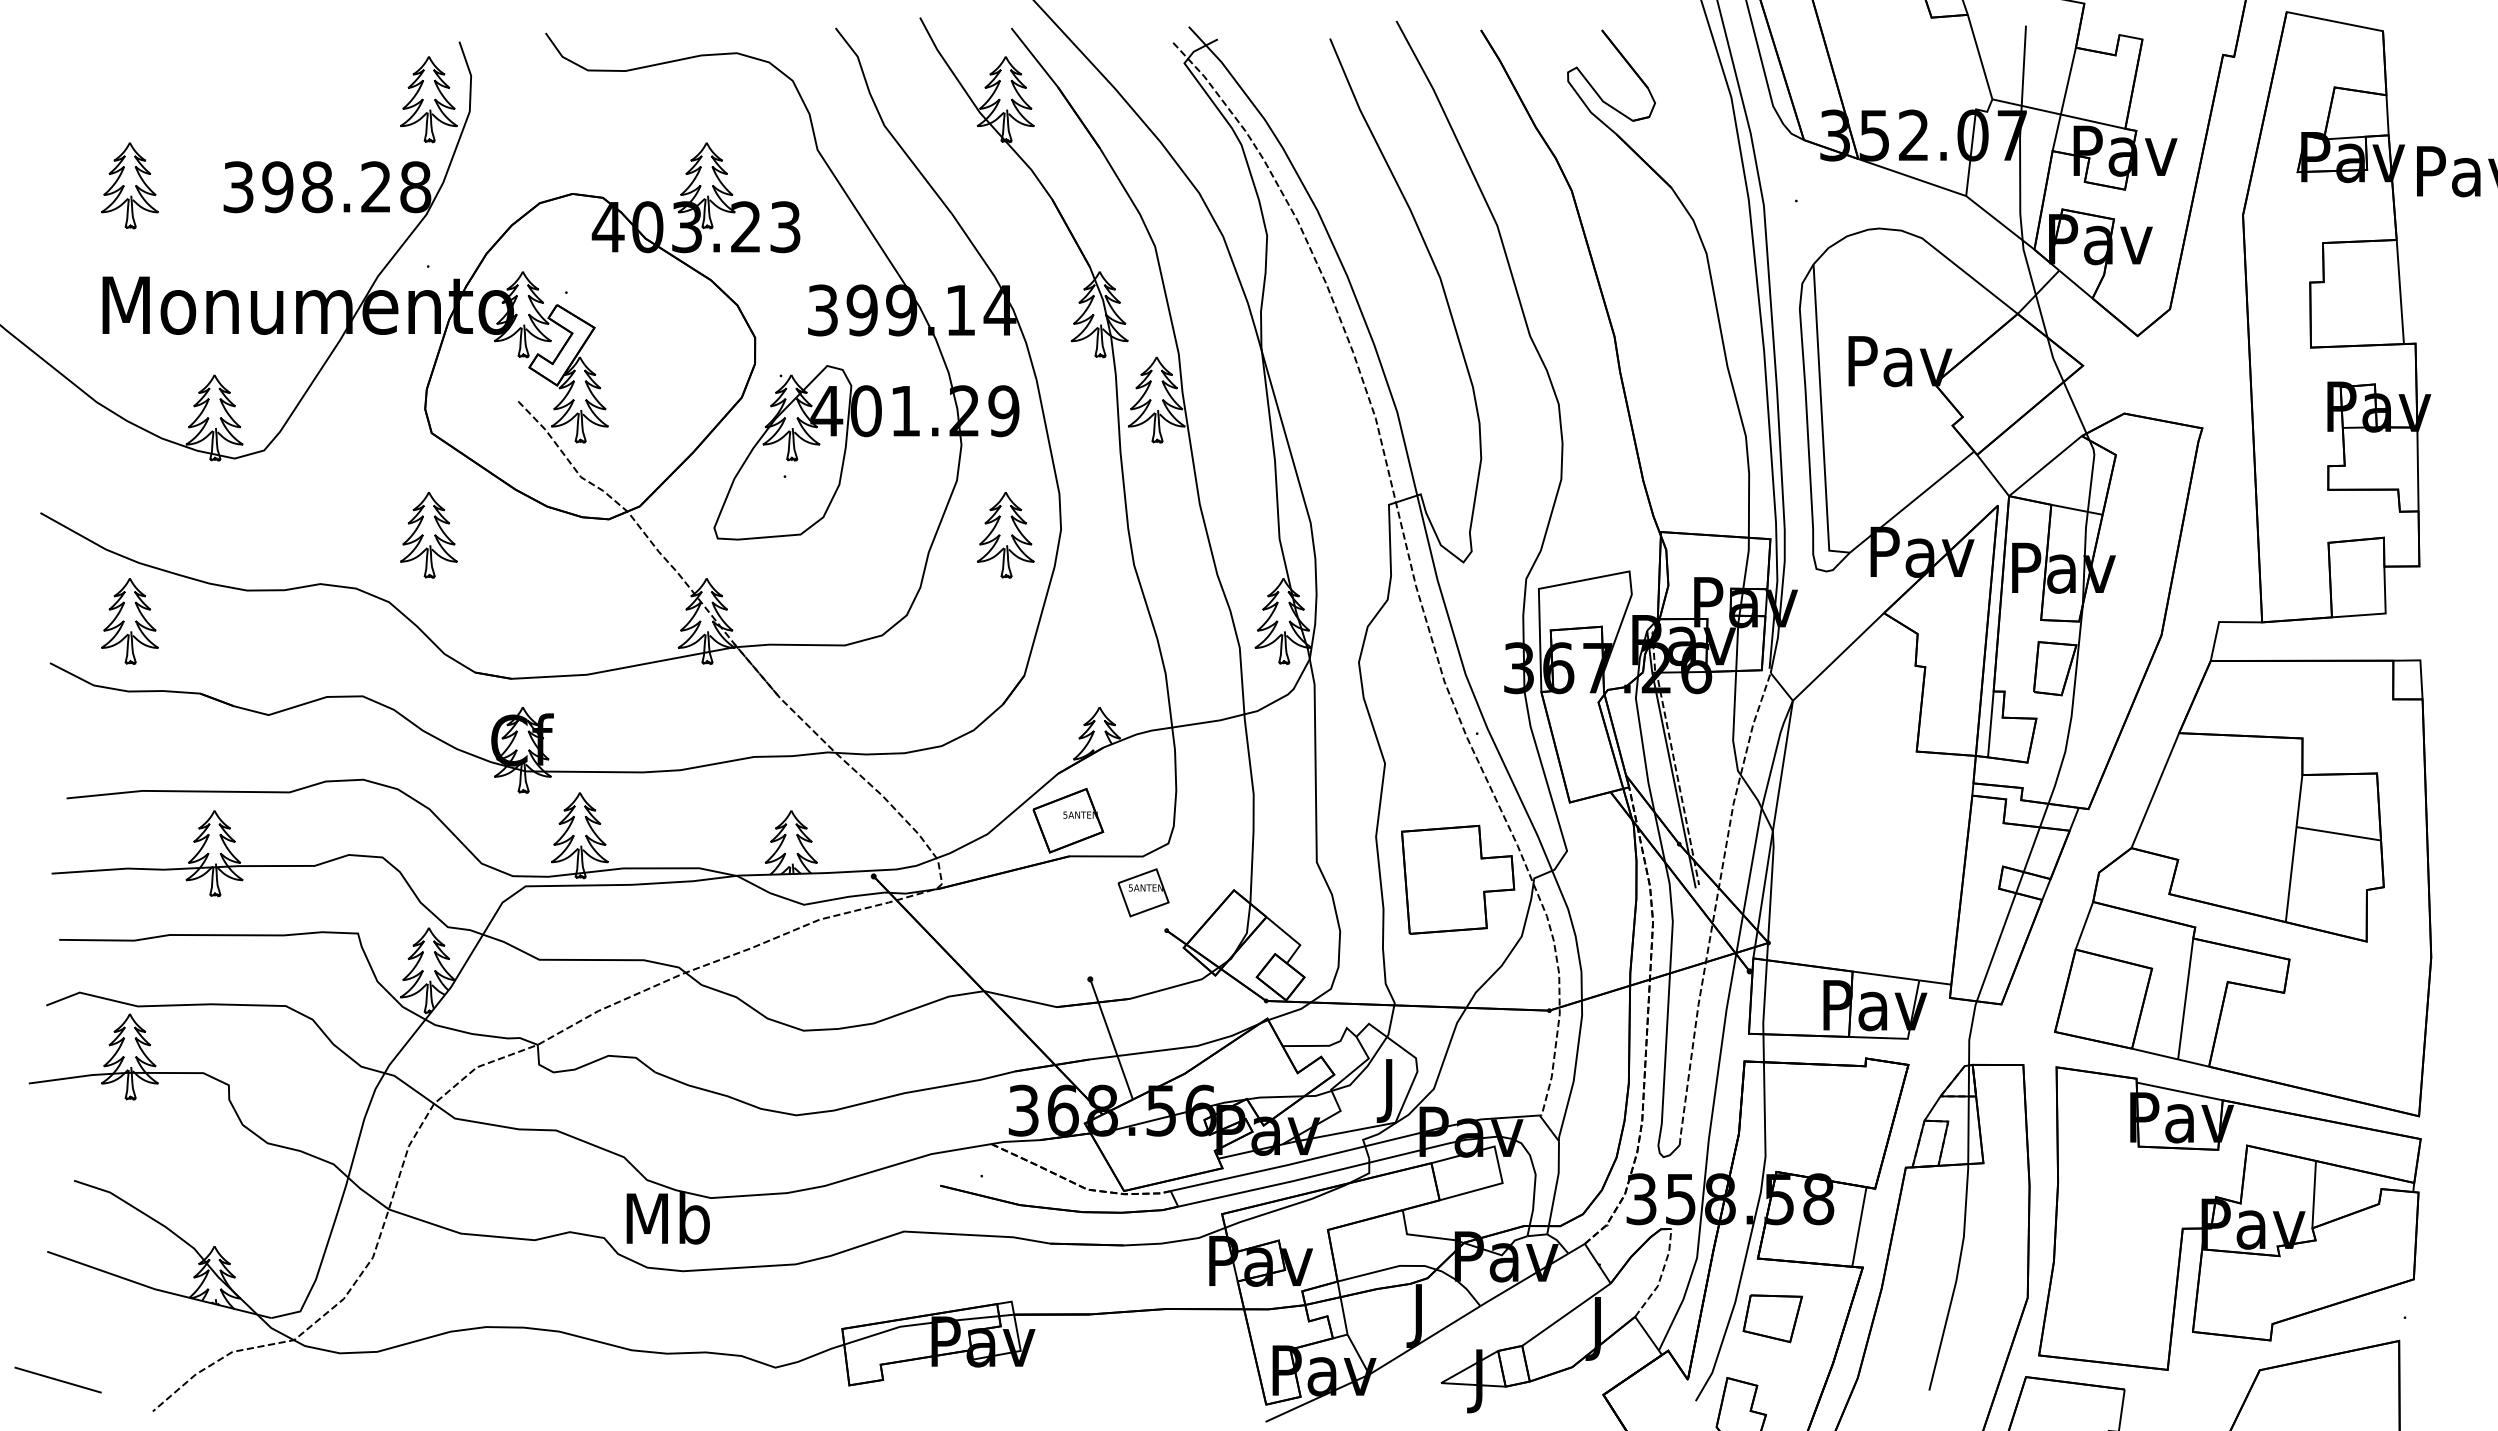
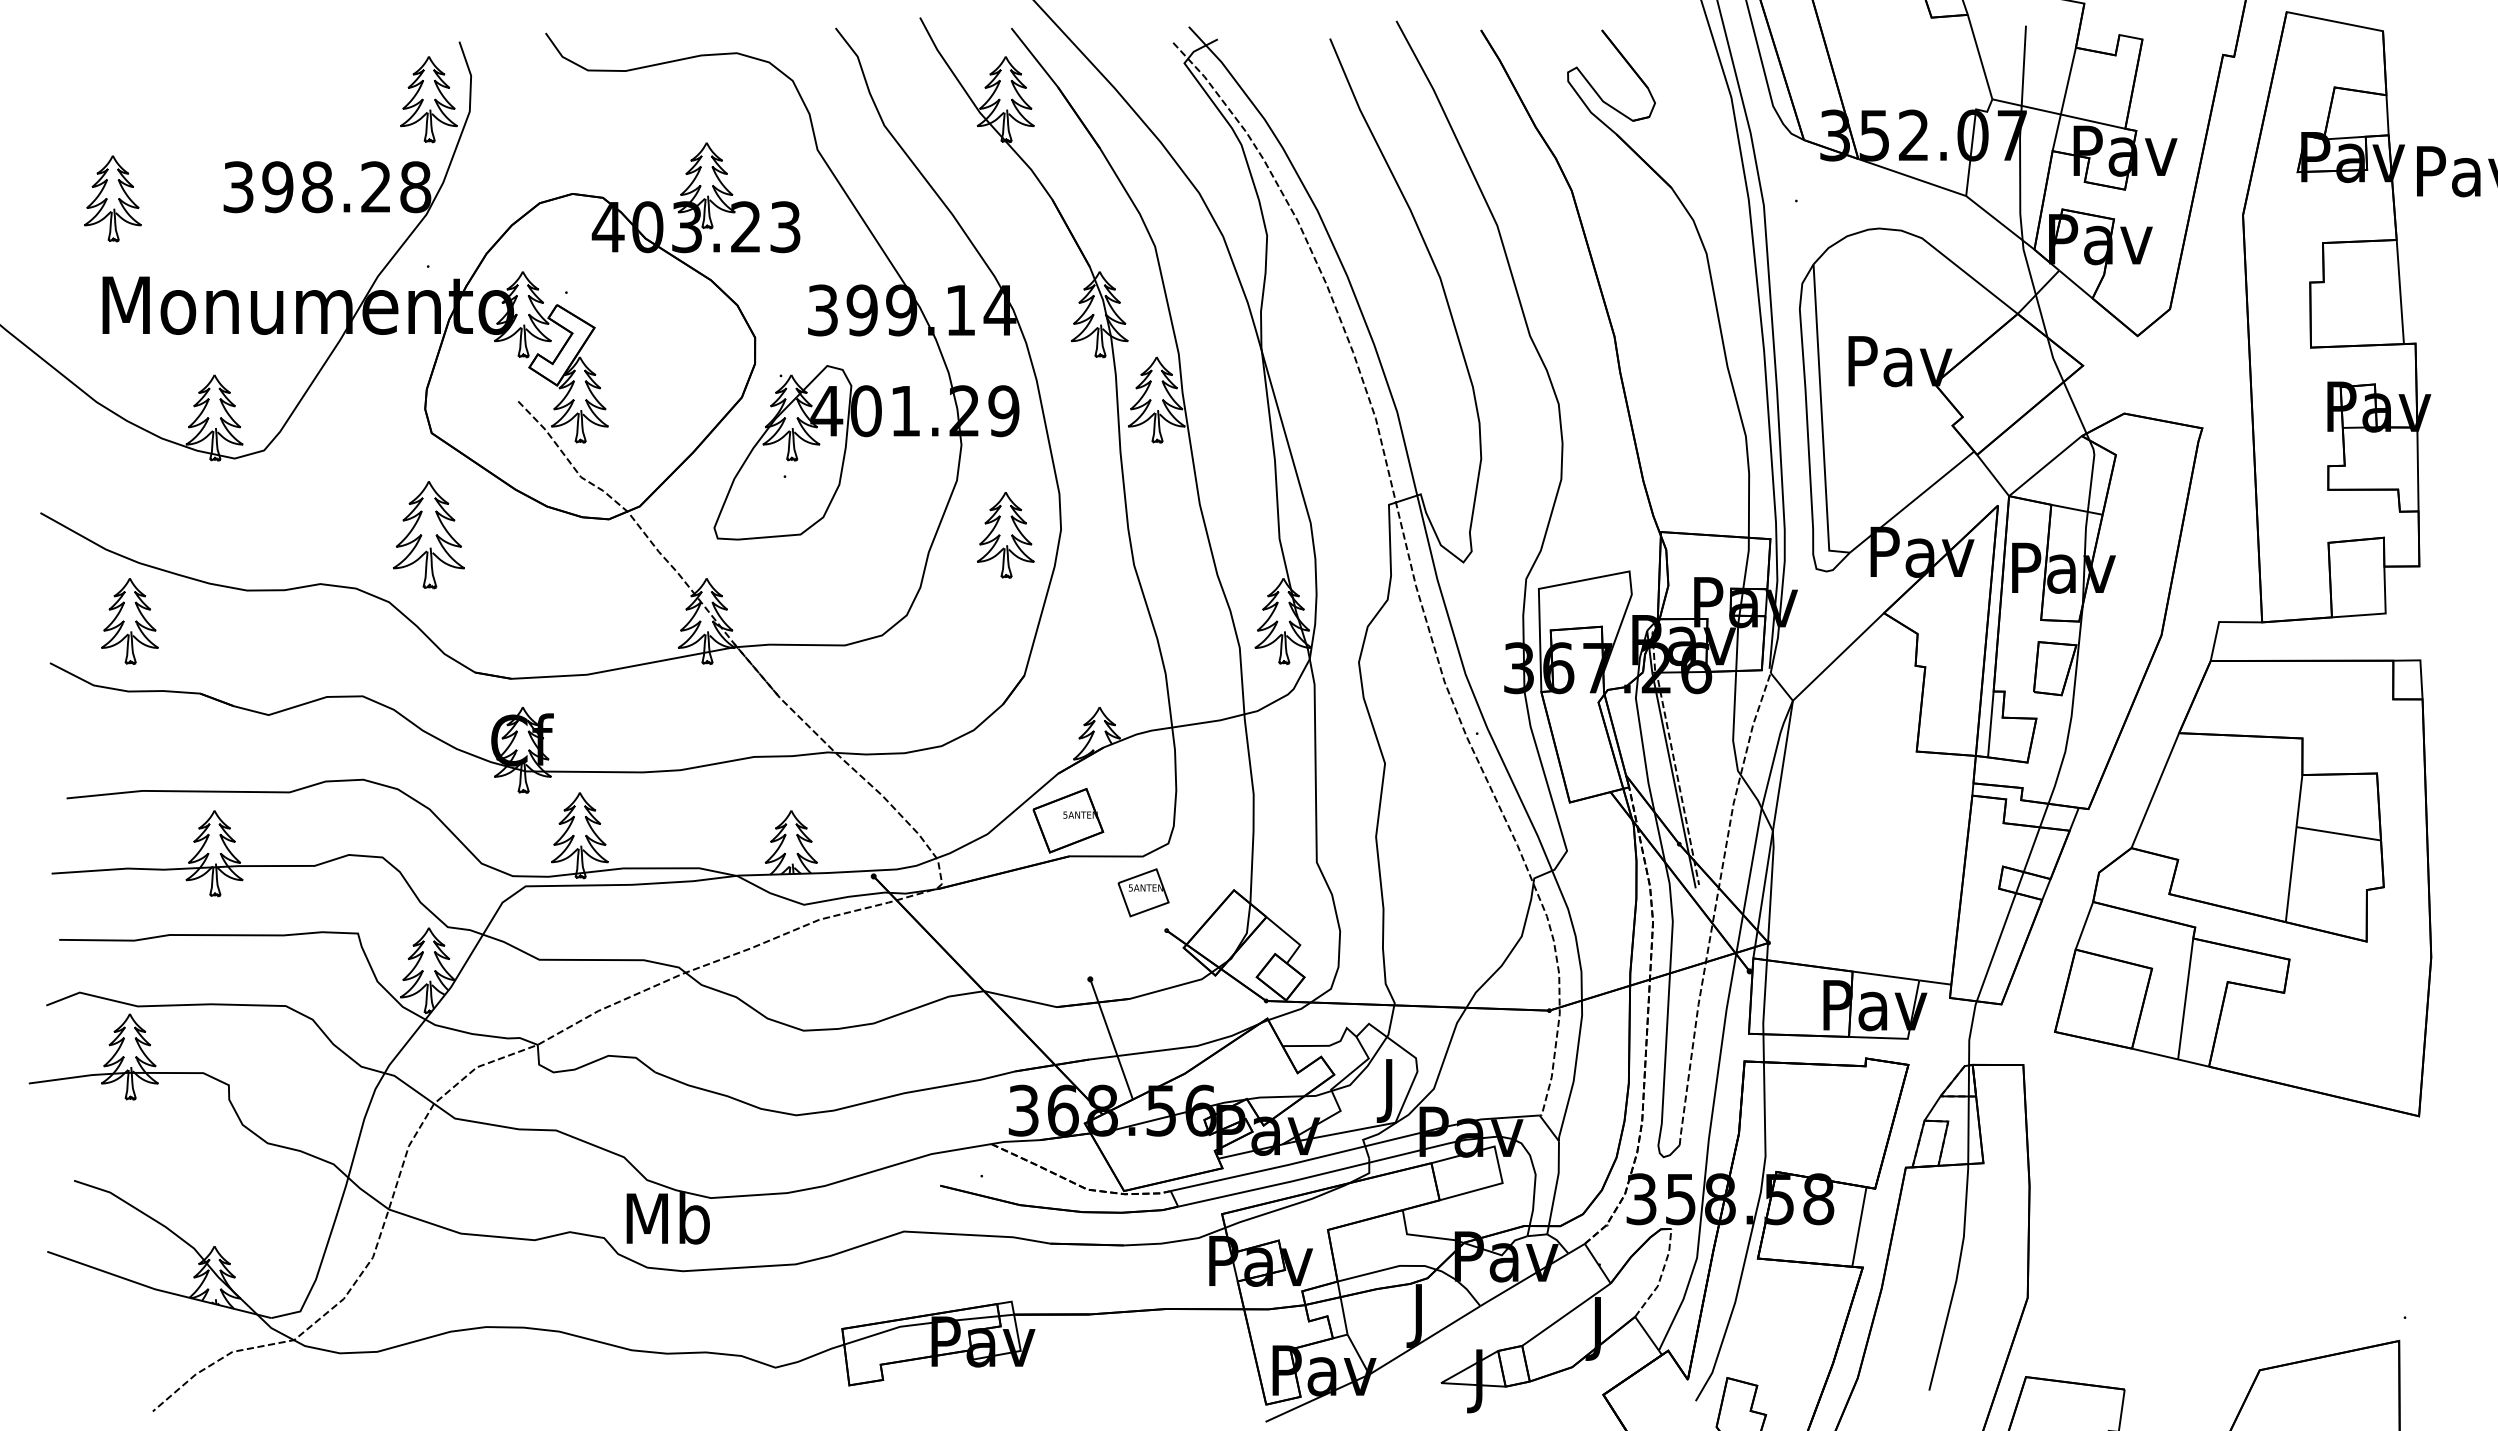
part at (129, 185) position: (129, 185) -> (112, 198)
part at (428, 535) size: 58x87 px -> 72x109 px
part at (1458, 879): present -> none
part at (2229, 1218): present -> none
part at (1772, 1318): present -> none
line at (57, 1379): present -> none
